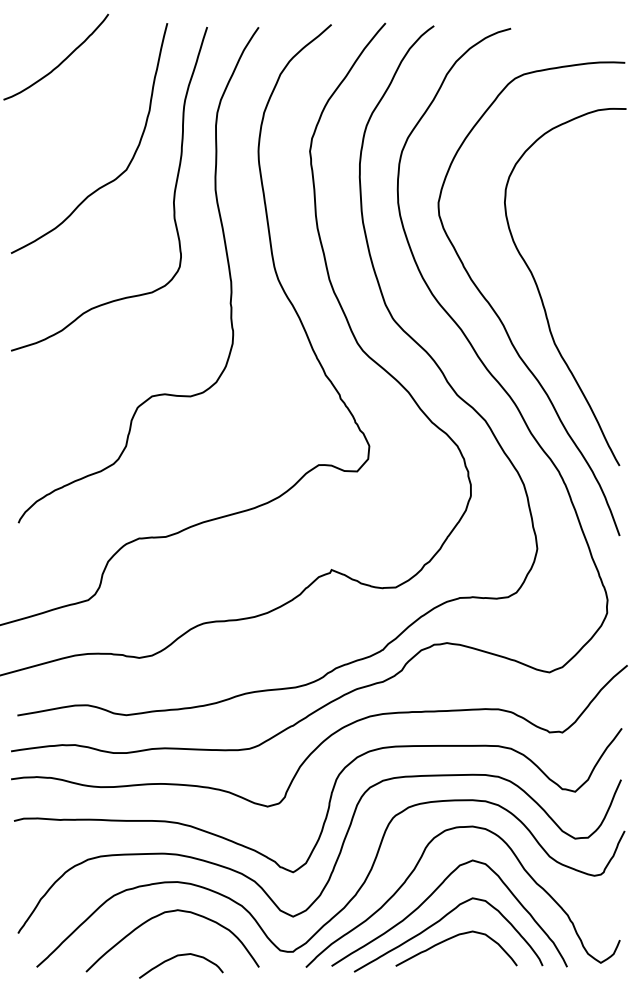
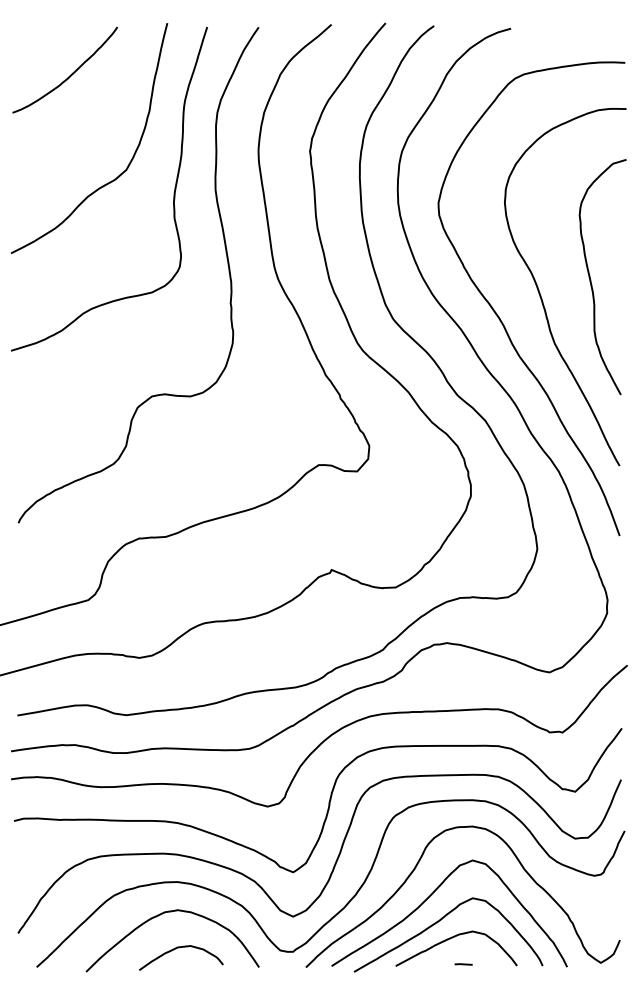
curve at (61, 61) position: (61, 61) -> (70, 74)
curve at (591, 279): none -> present
curve at (179, 956) position: (179, 956) -> (179, 948)
line at (463, 964): none -> present
